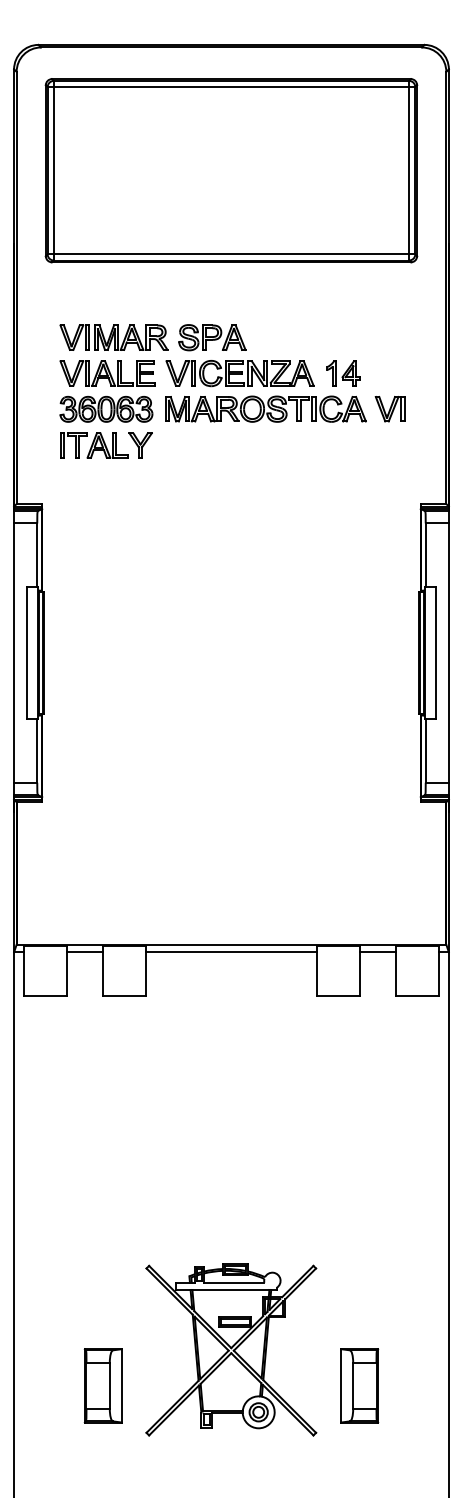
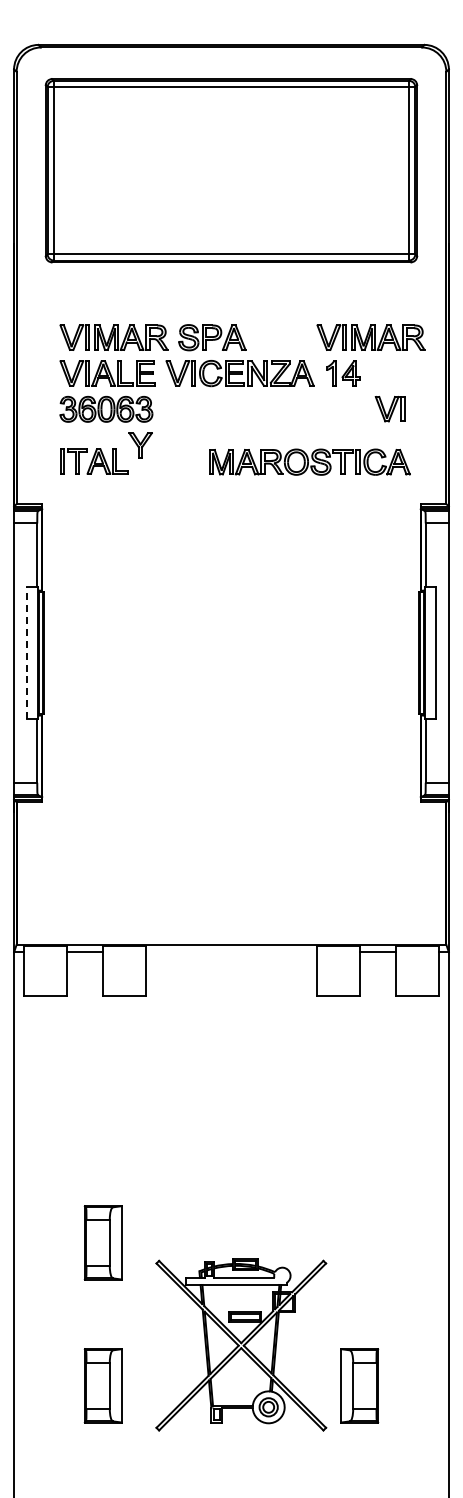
part at (370, 337): none -> present
part at (265, 408) position: (265, 408) -> (309, 461)
part at (94, 445) position: (94, 445) -> (94, 461)
line at (27, 653): solid -> dashed
line at (231, 952): present -> none
part at (102, 1242): none -> present
part at (231, 1349) position: (231, 1349) -> (241, 1344)
